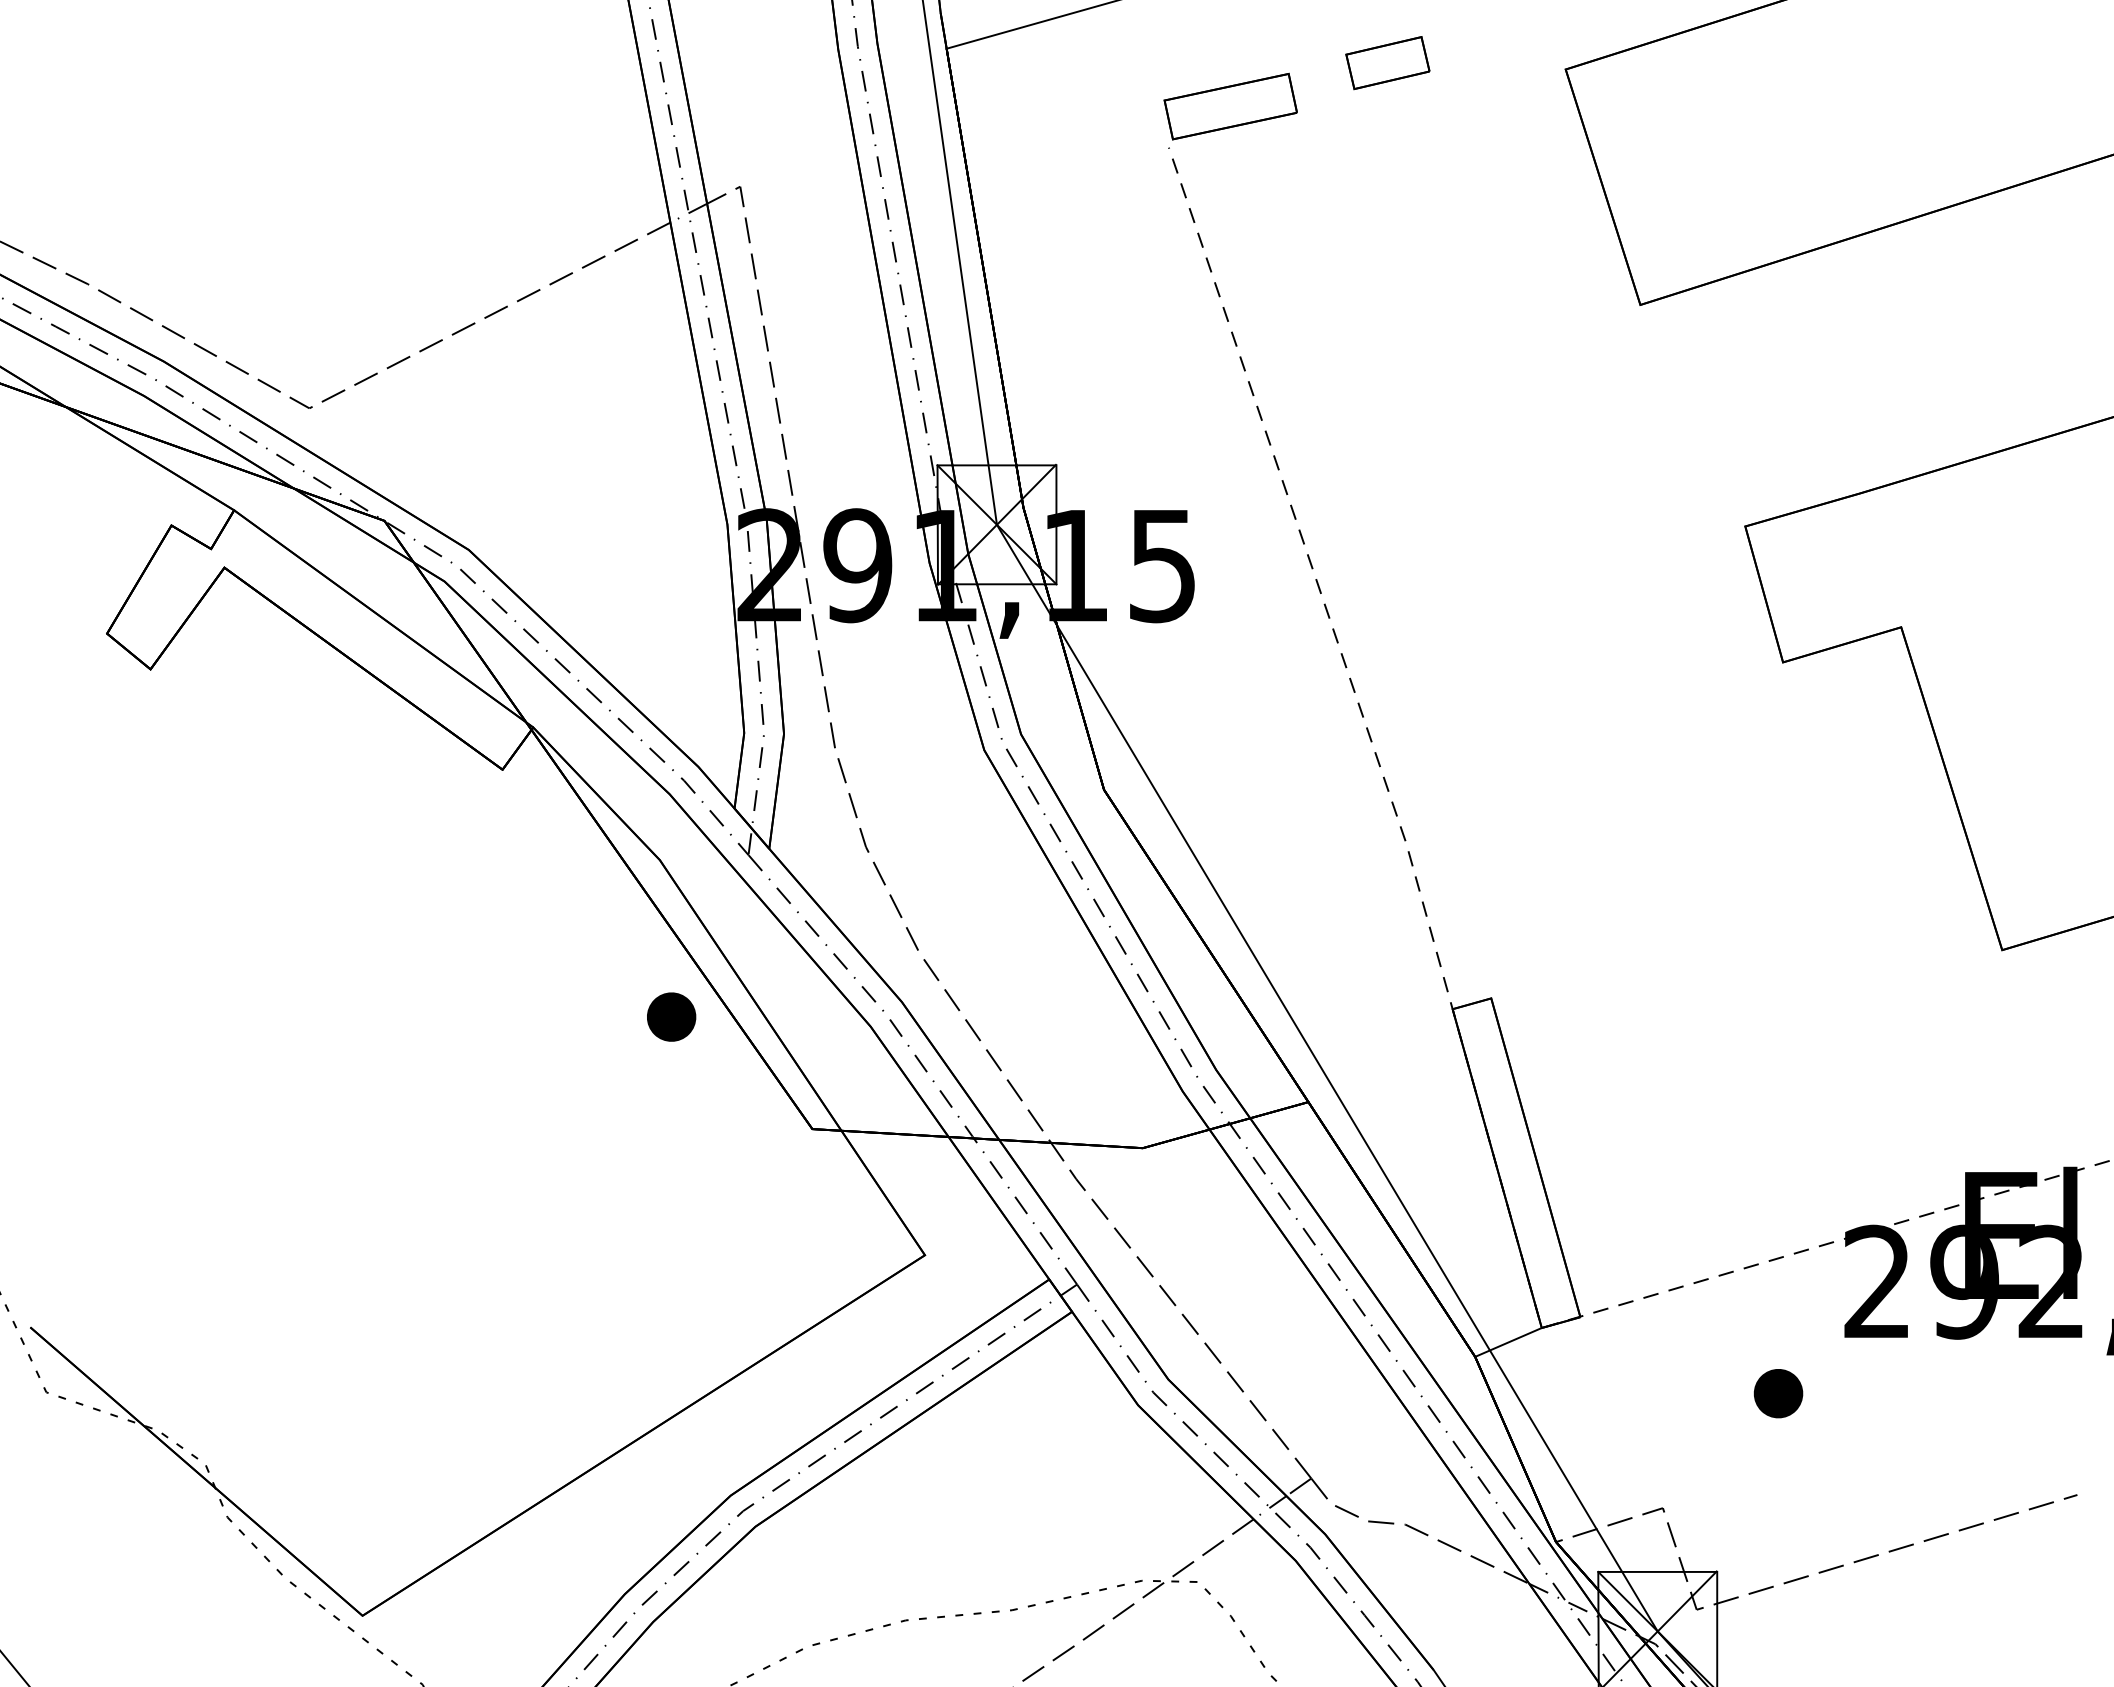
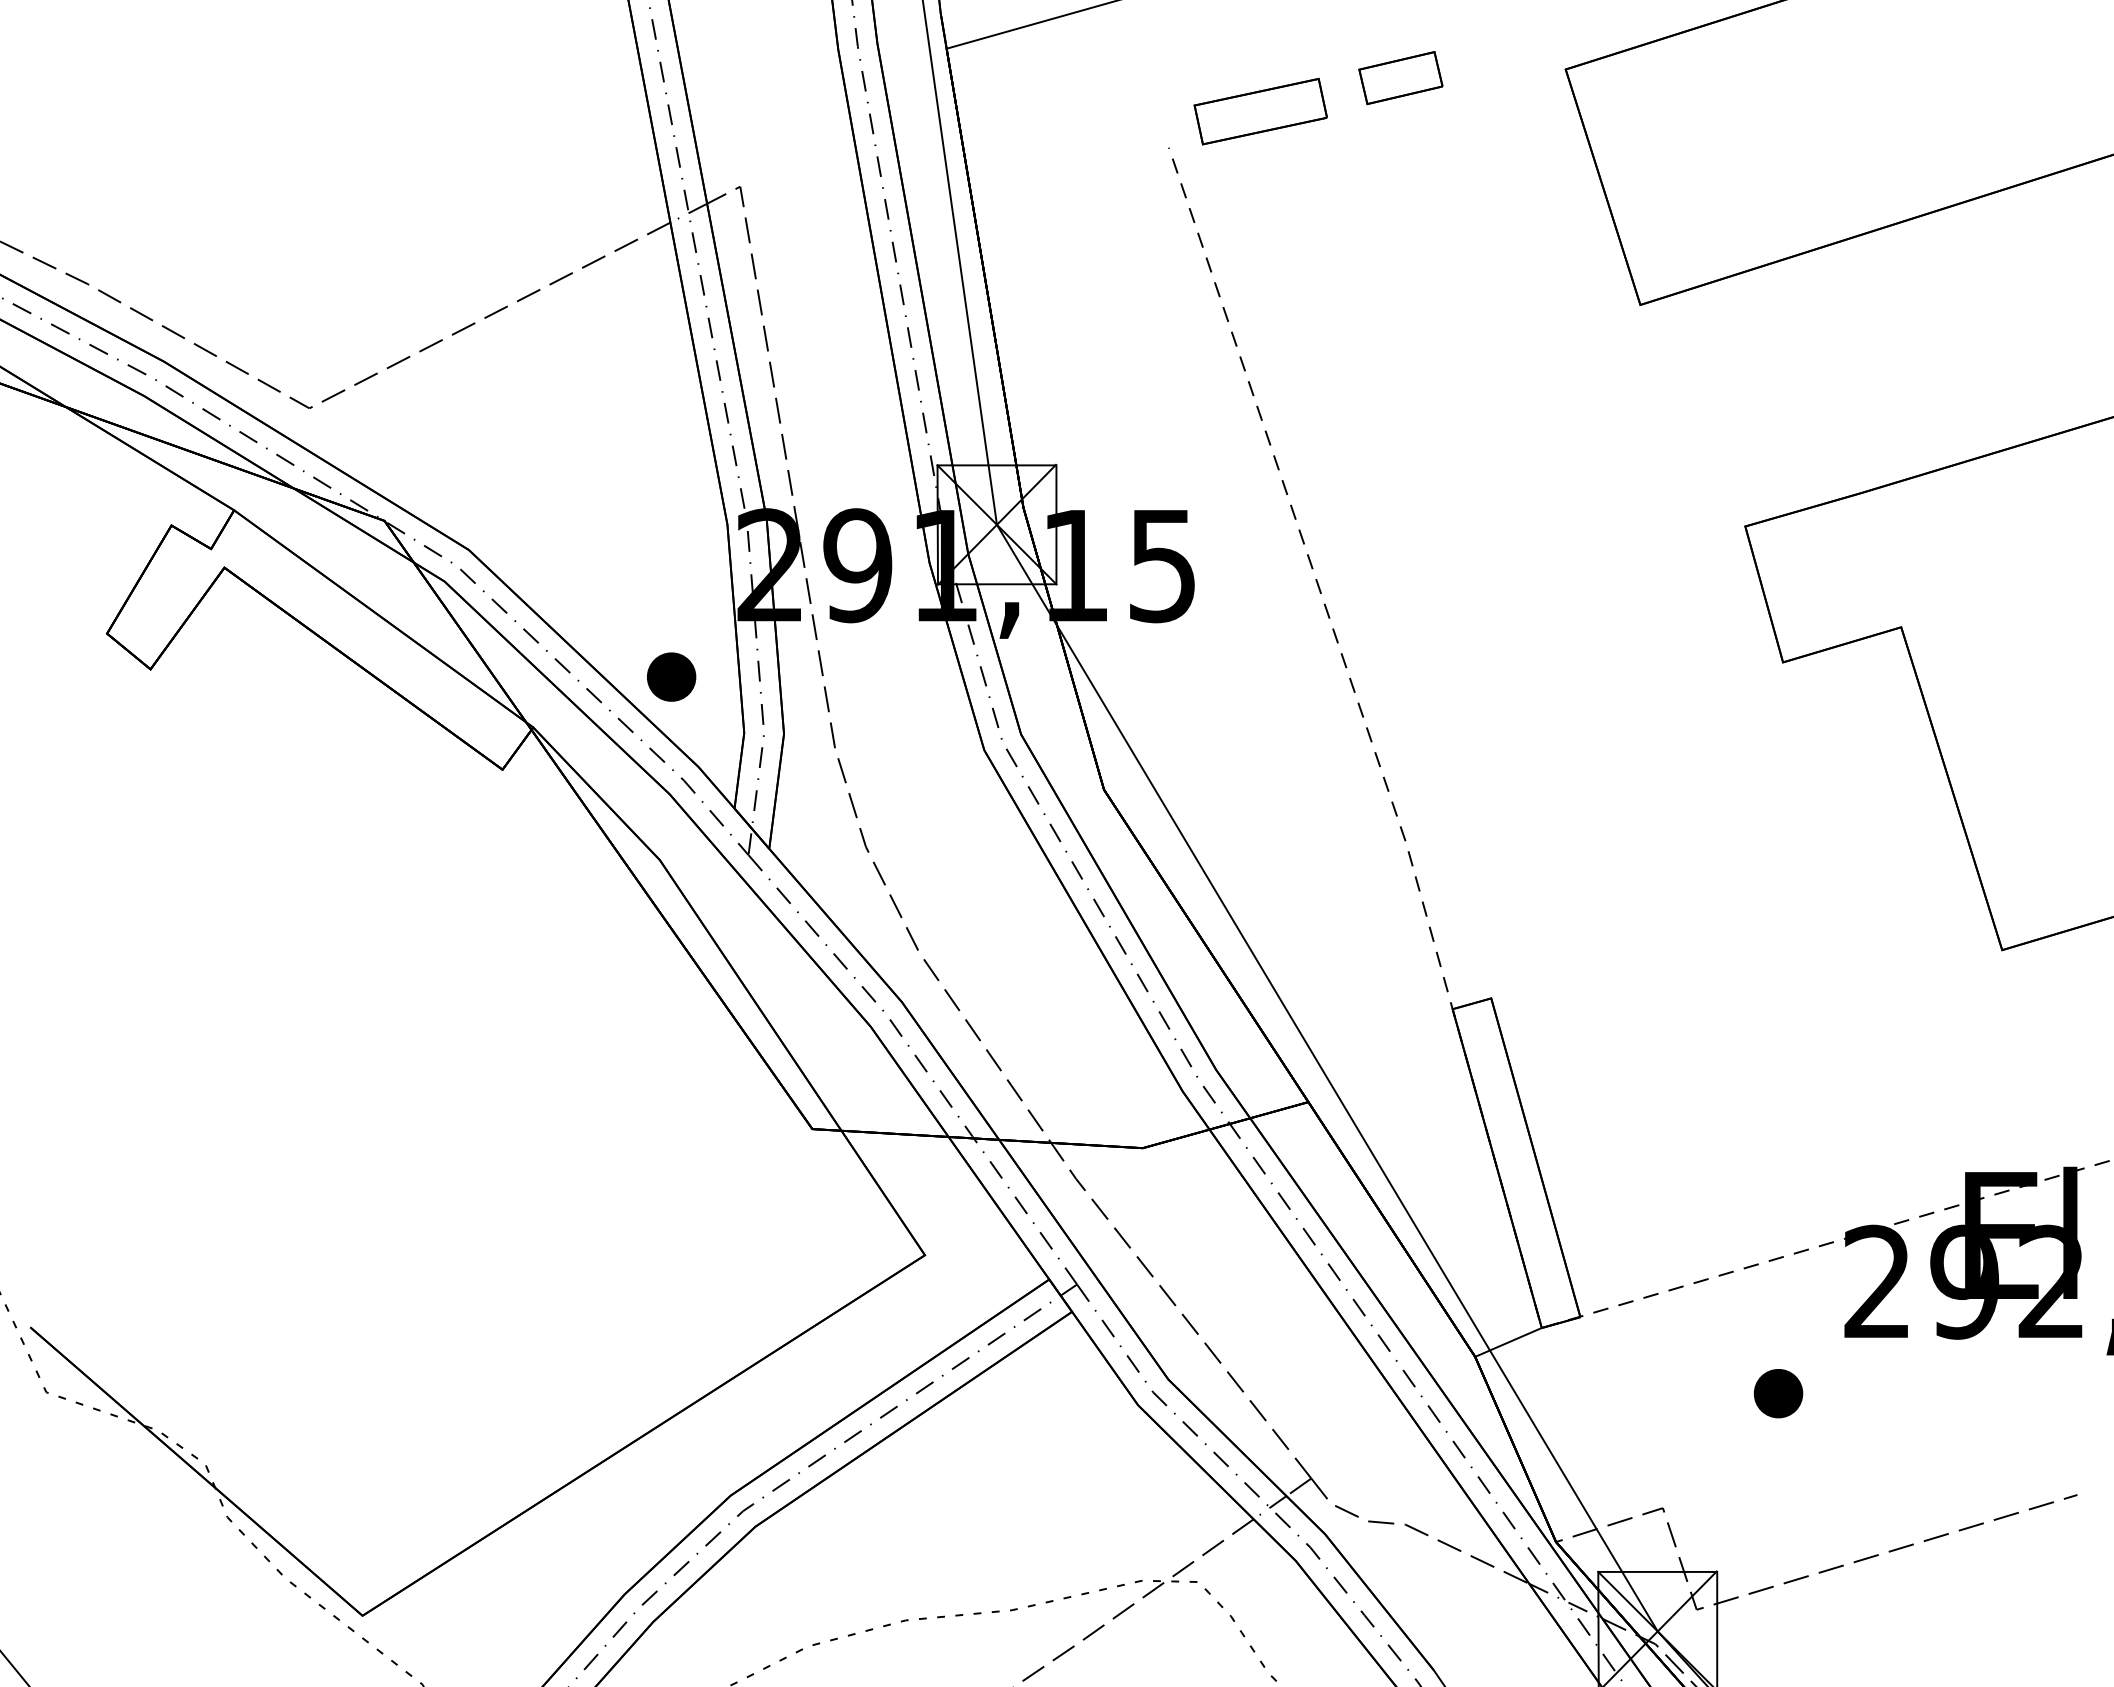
part at (1387, 63) position: (1387, 63) -> (1400, 78)
part at (1230, 106) position: (1230, 106) -> (1260, 111)
part at (671, 1016) position: (671, 1016) -> (671, 676)
